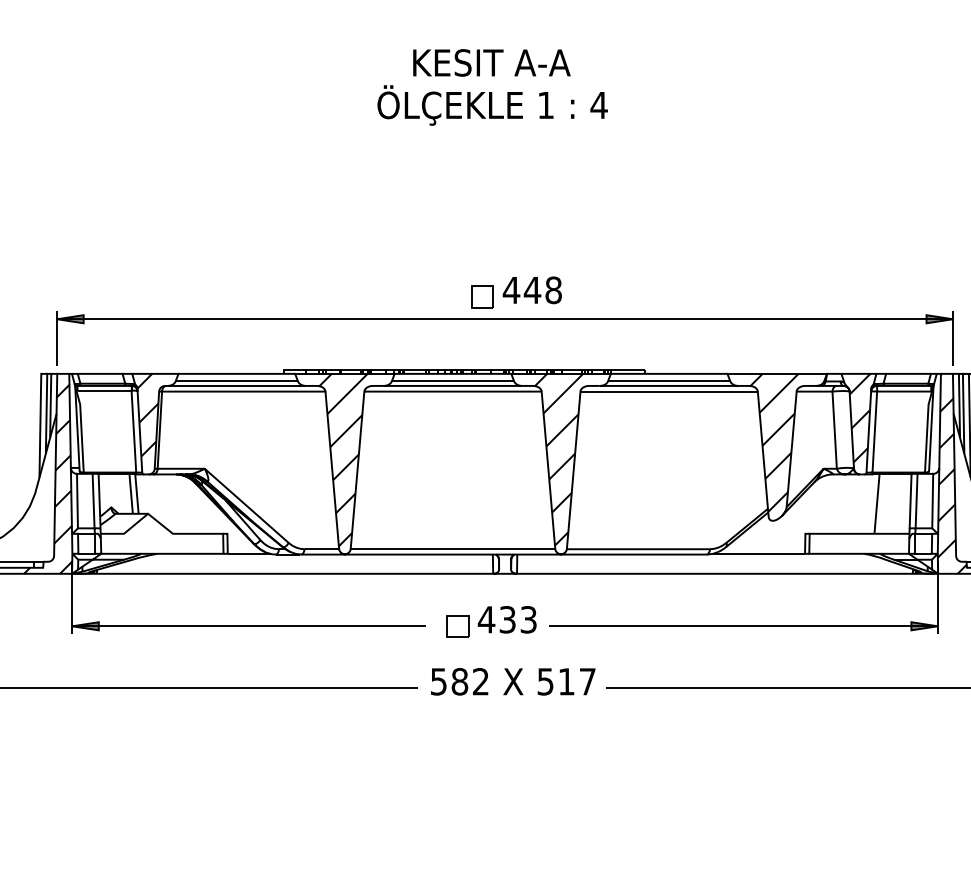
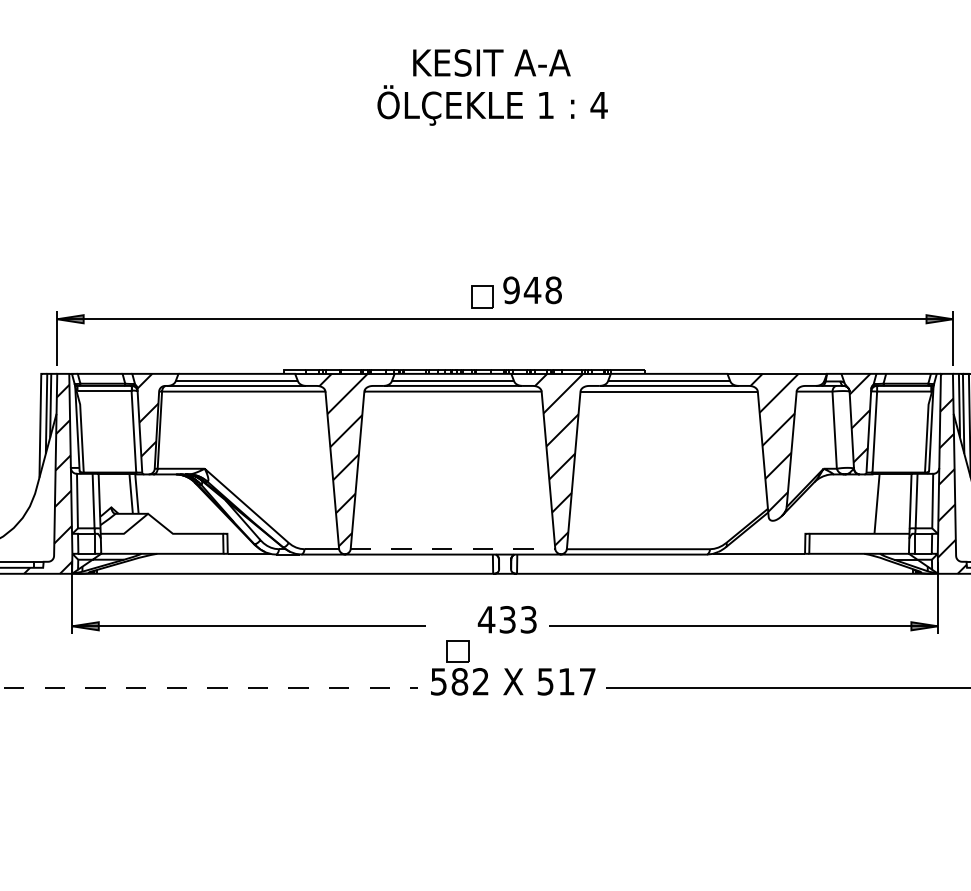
text at (511, 290): 448 -> 948
line at (453, 549): solid -> dashed
part at (457, 626) position: (457, 626) -> (457, 651)
line at (209, 688): solid -> dashed
